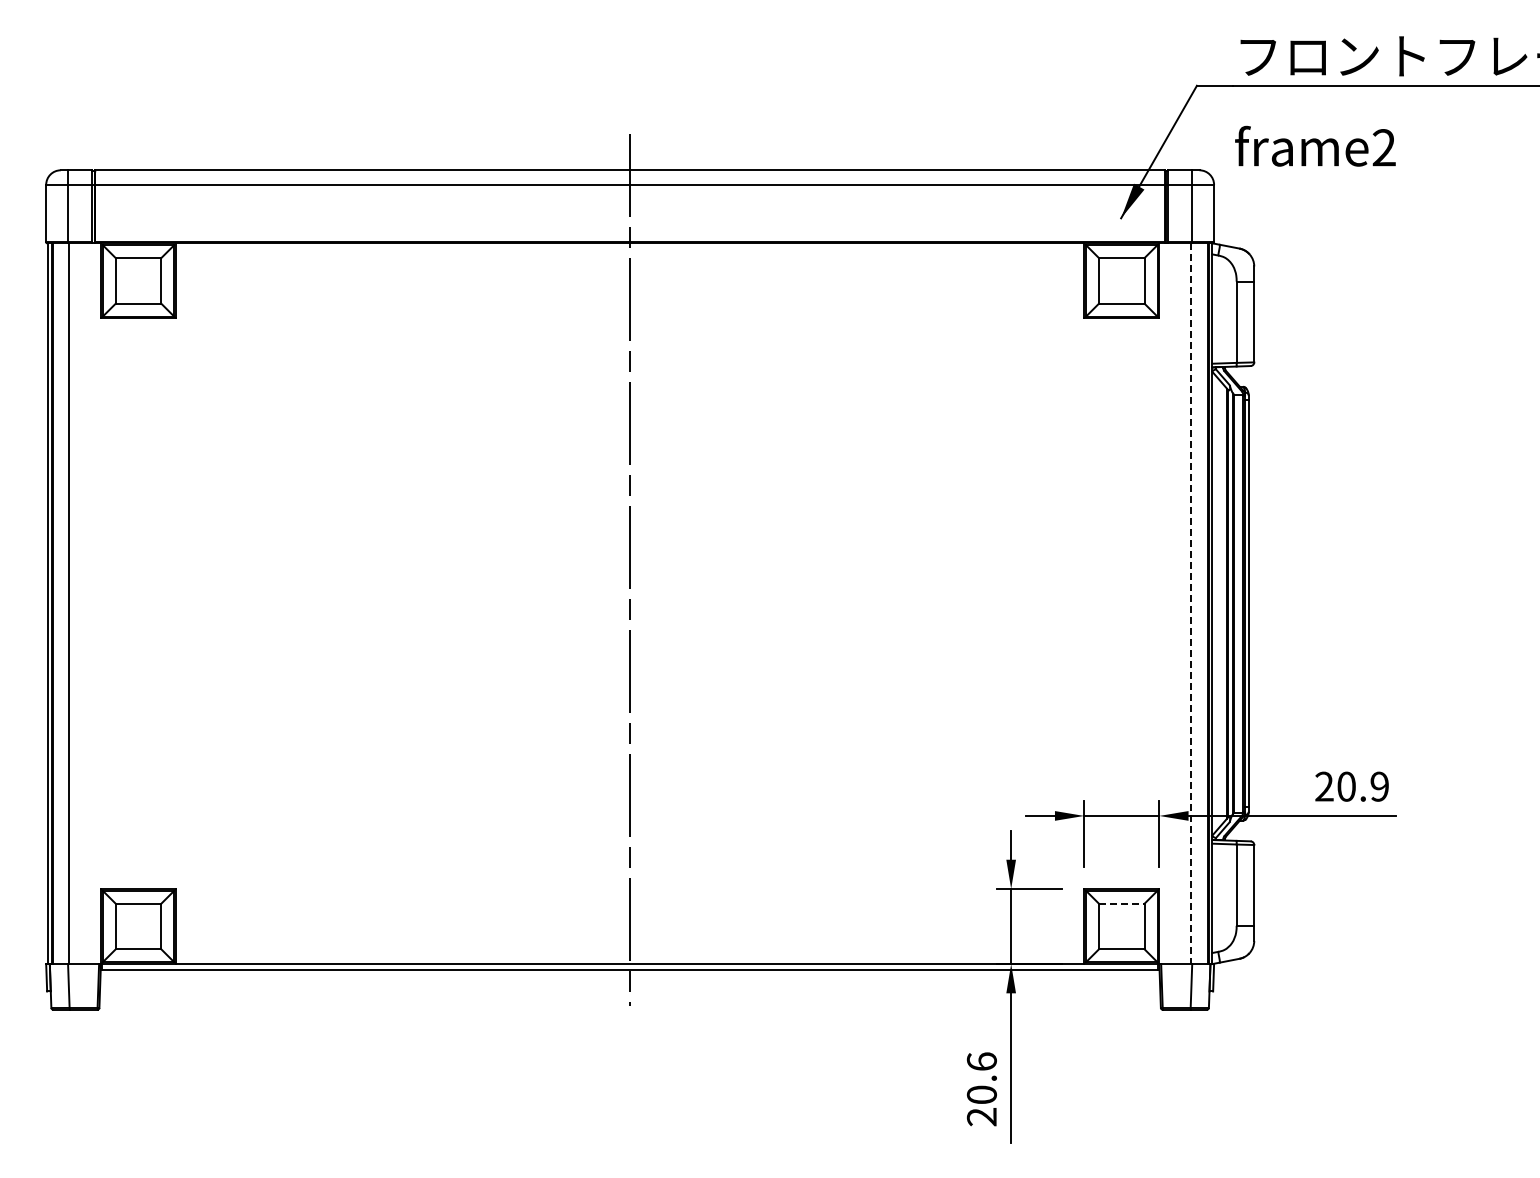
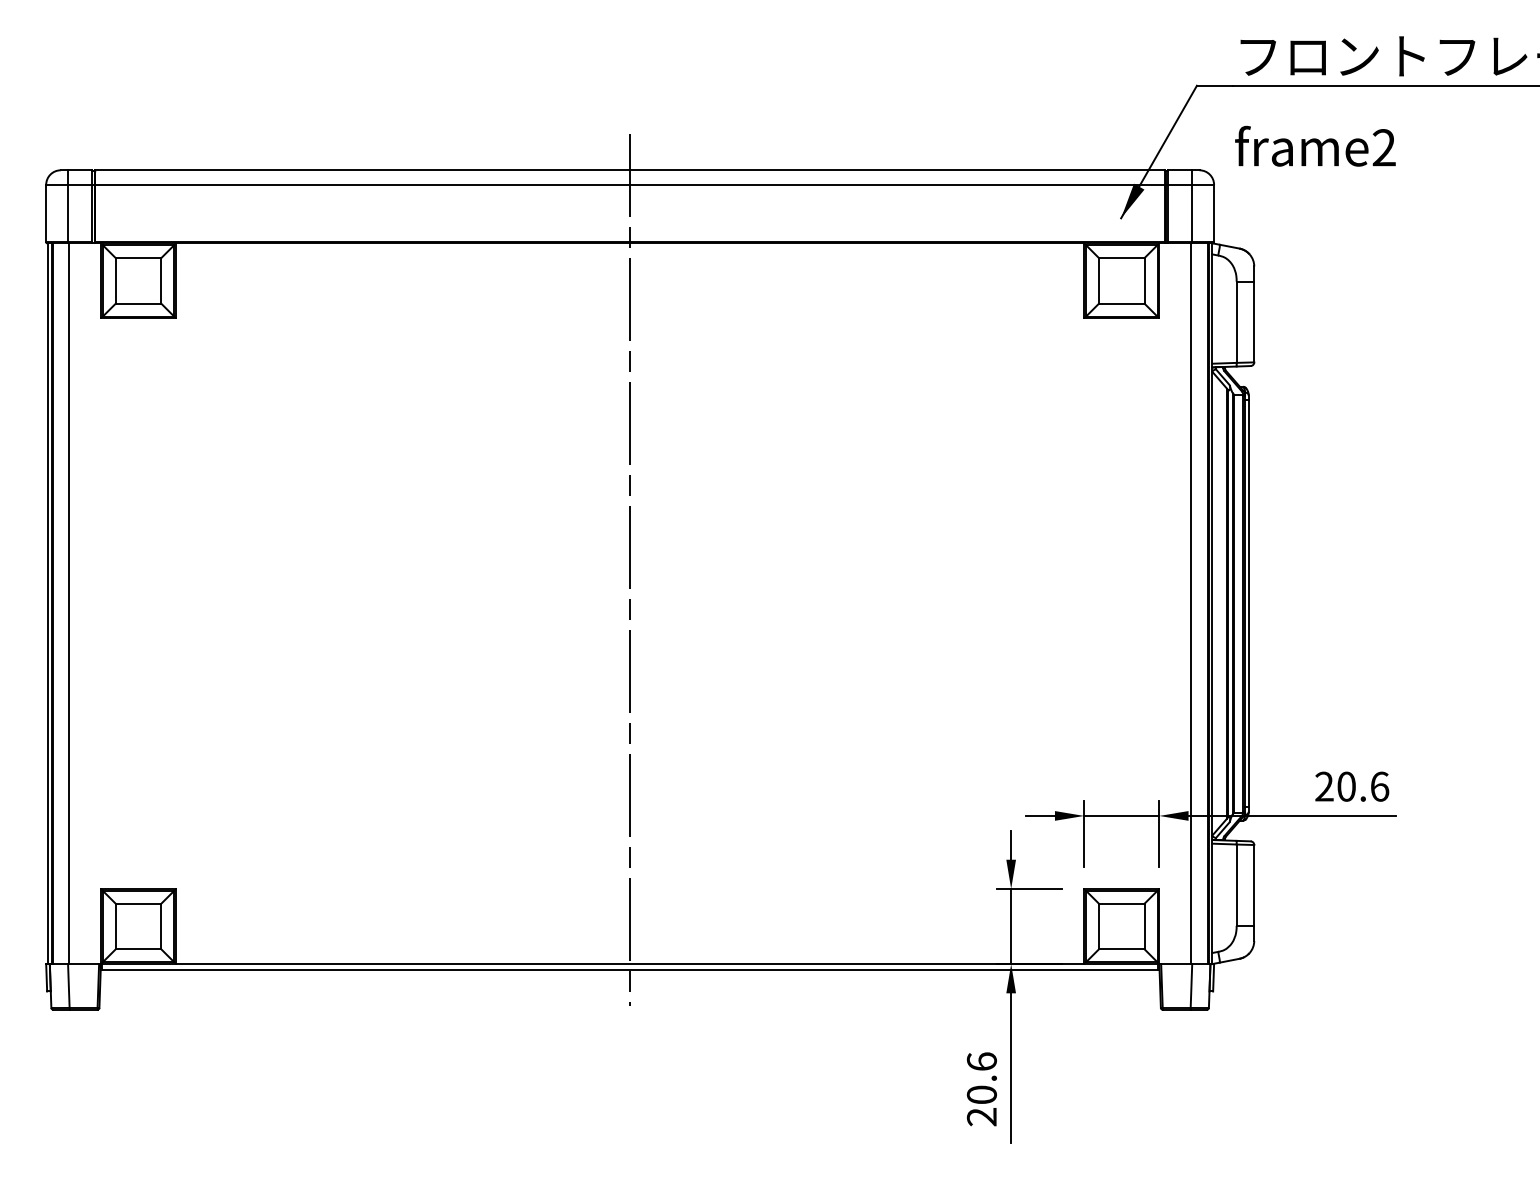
line at (1191, 604): dashed -> solid
text at (1379, 786): 20.9 -> 20.6
line at (1121, 903): dashed -> solid
